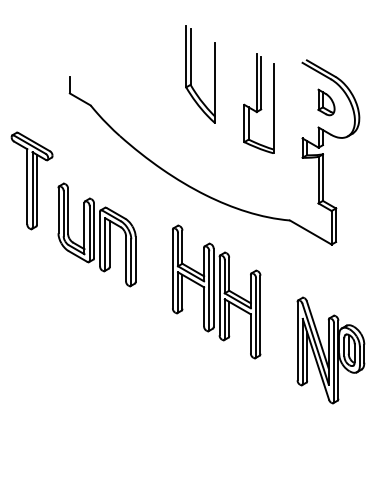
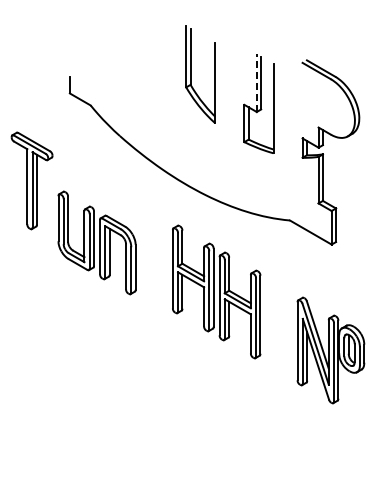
line at (256, 83): solid -> dashed
part at (326, 102): present -> none
part at (96, 234) position: (96, 234) -> (96, 242)
